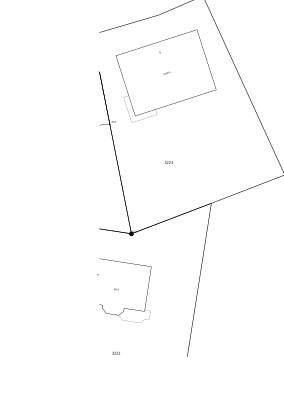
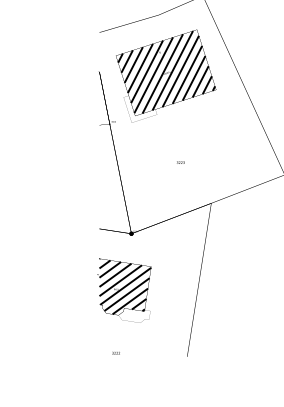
hatch at (166, 72): none -> present
text at (168, 162) position: (168, 162) -> (180, 162)
hatch at (125, 286): none -> present
